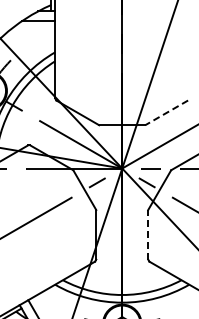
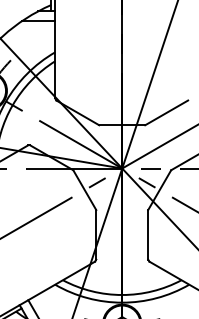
line at (166, 112): dashed -> solid
line at (148, 234): dashed -> solid
